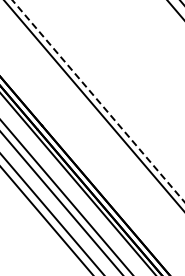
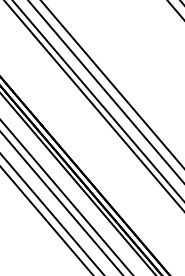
line at (111, 83): none -> present
line at (105, 91): none -> present
line at (98, 100): dashed -> solid
